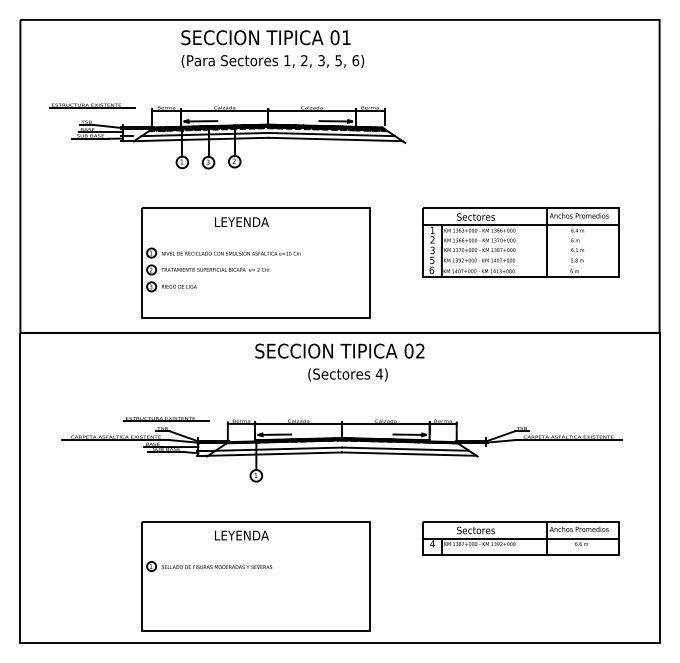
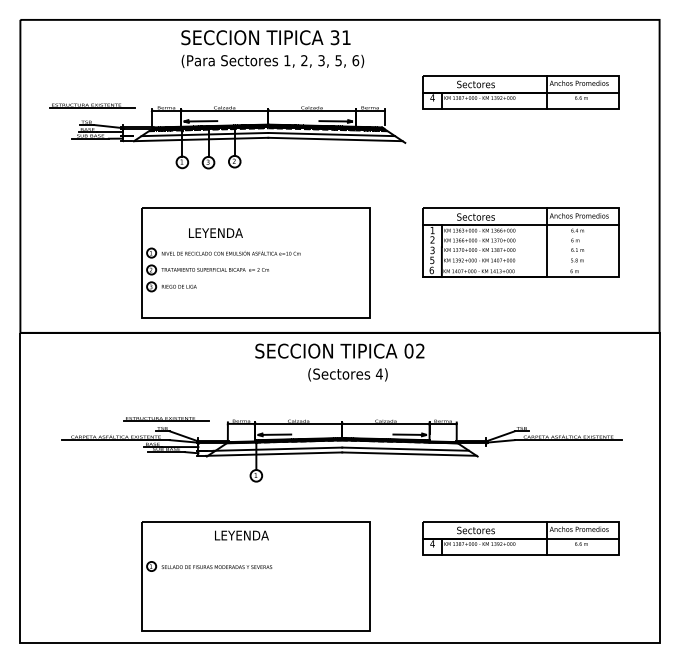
text at (334, 37): 01 -> 31
part at (520, 92): none -> present
text at (241, 221) position: (241, 221) -> (215, 232)
